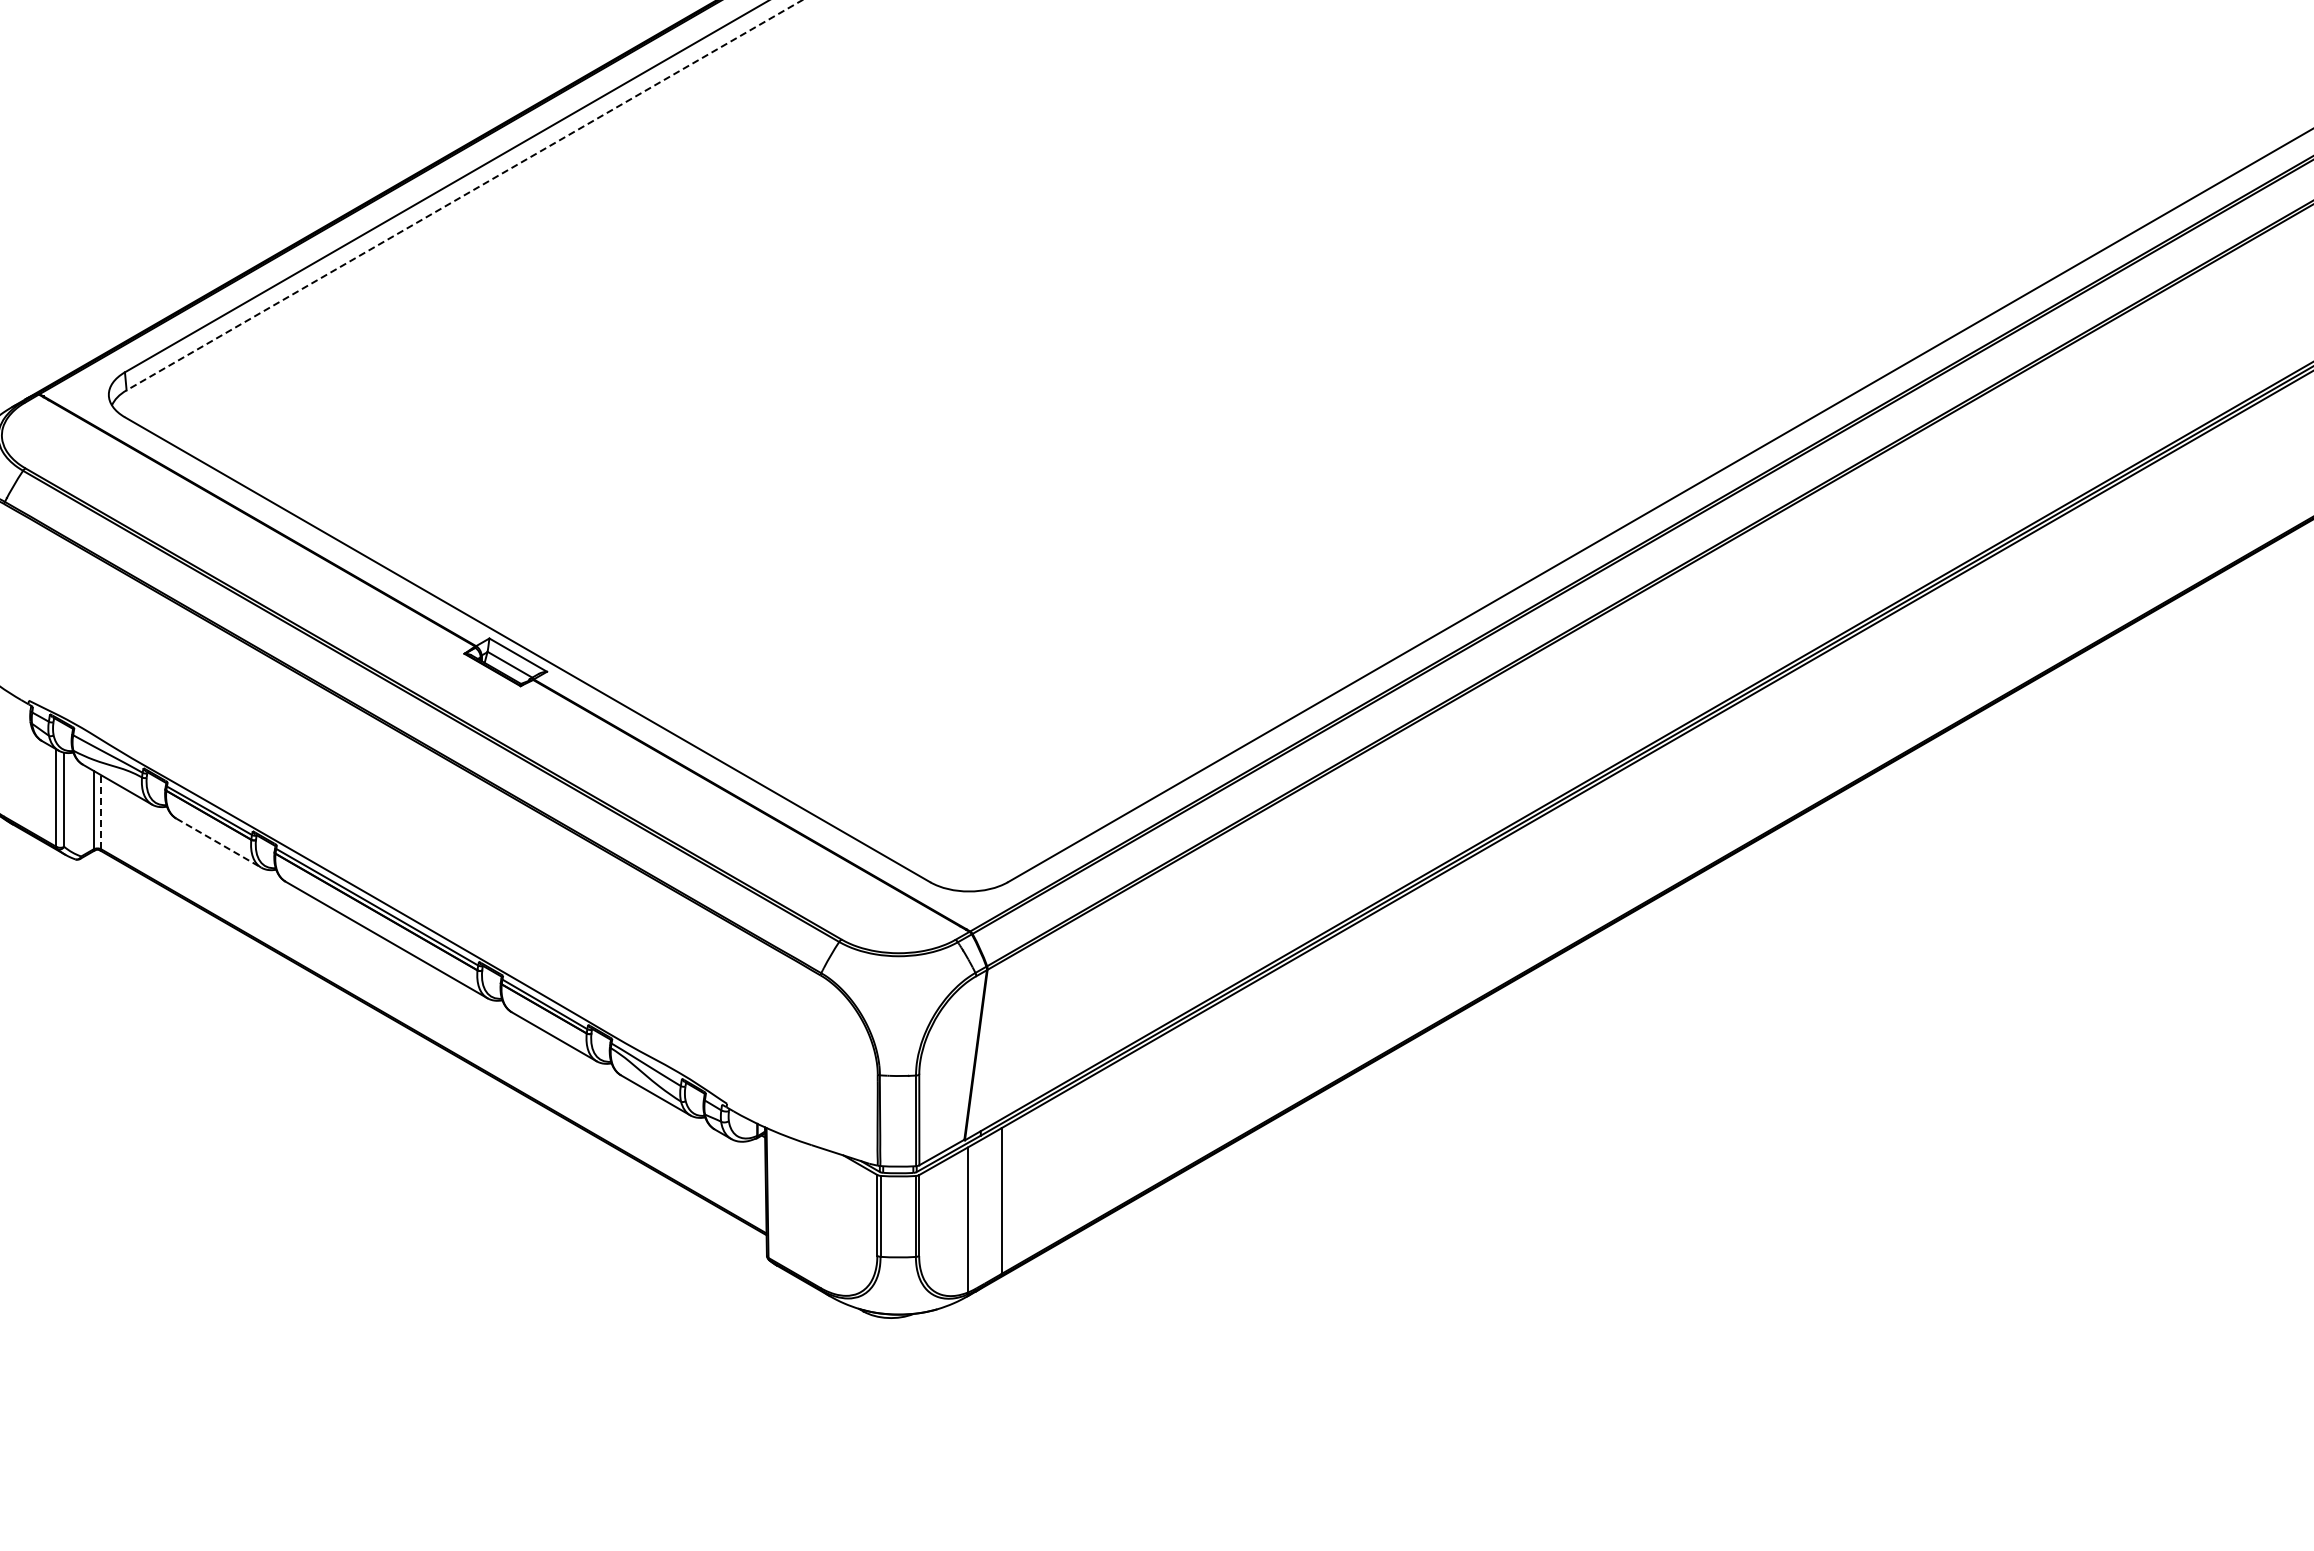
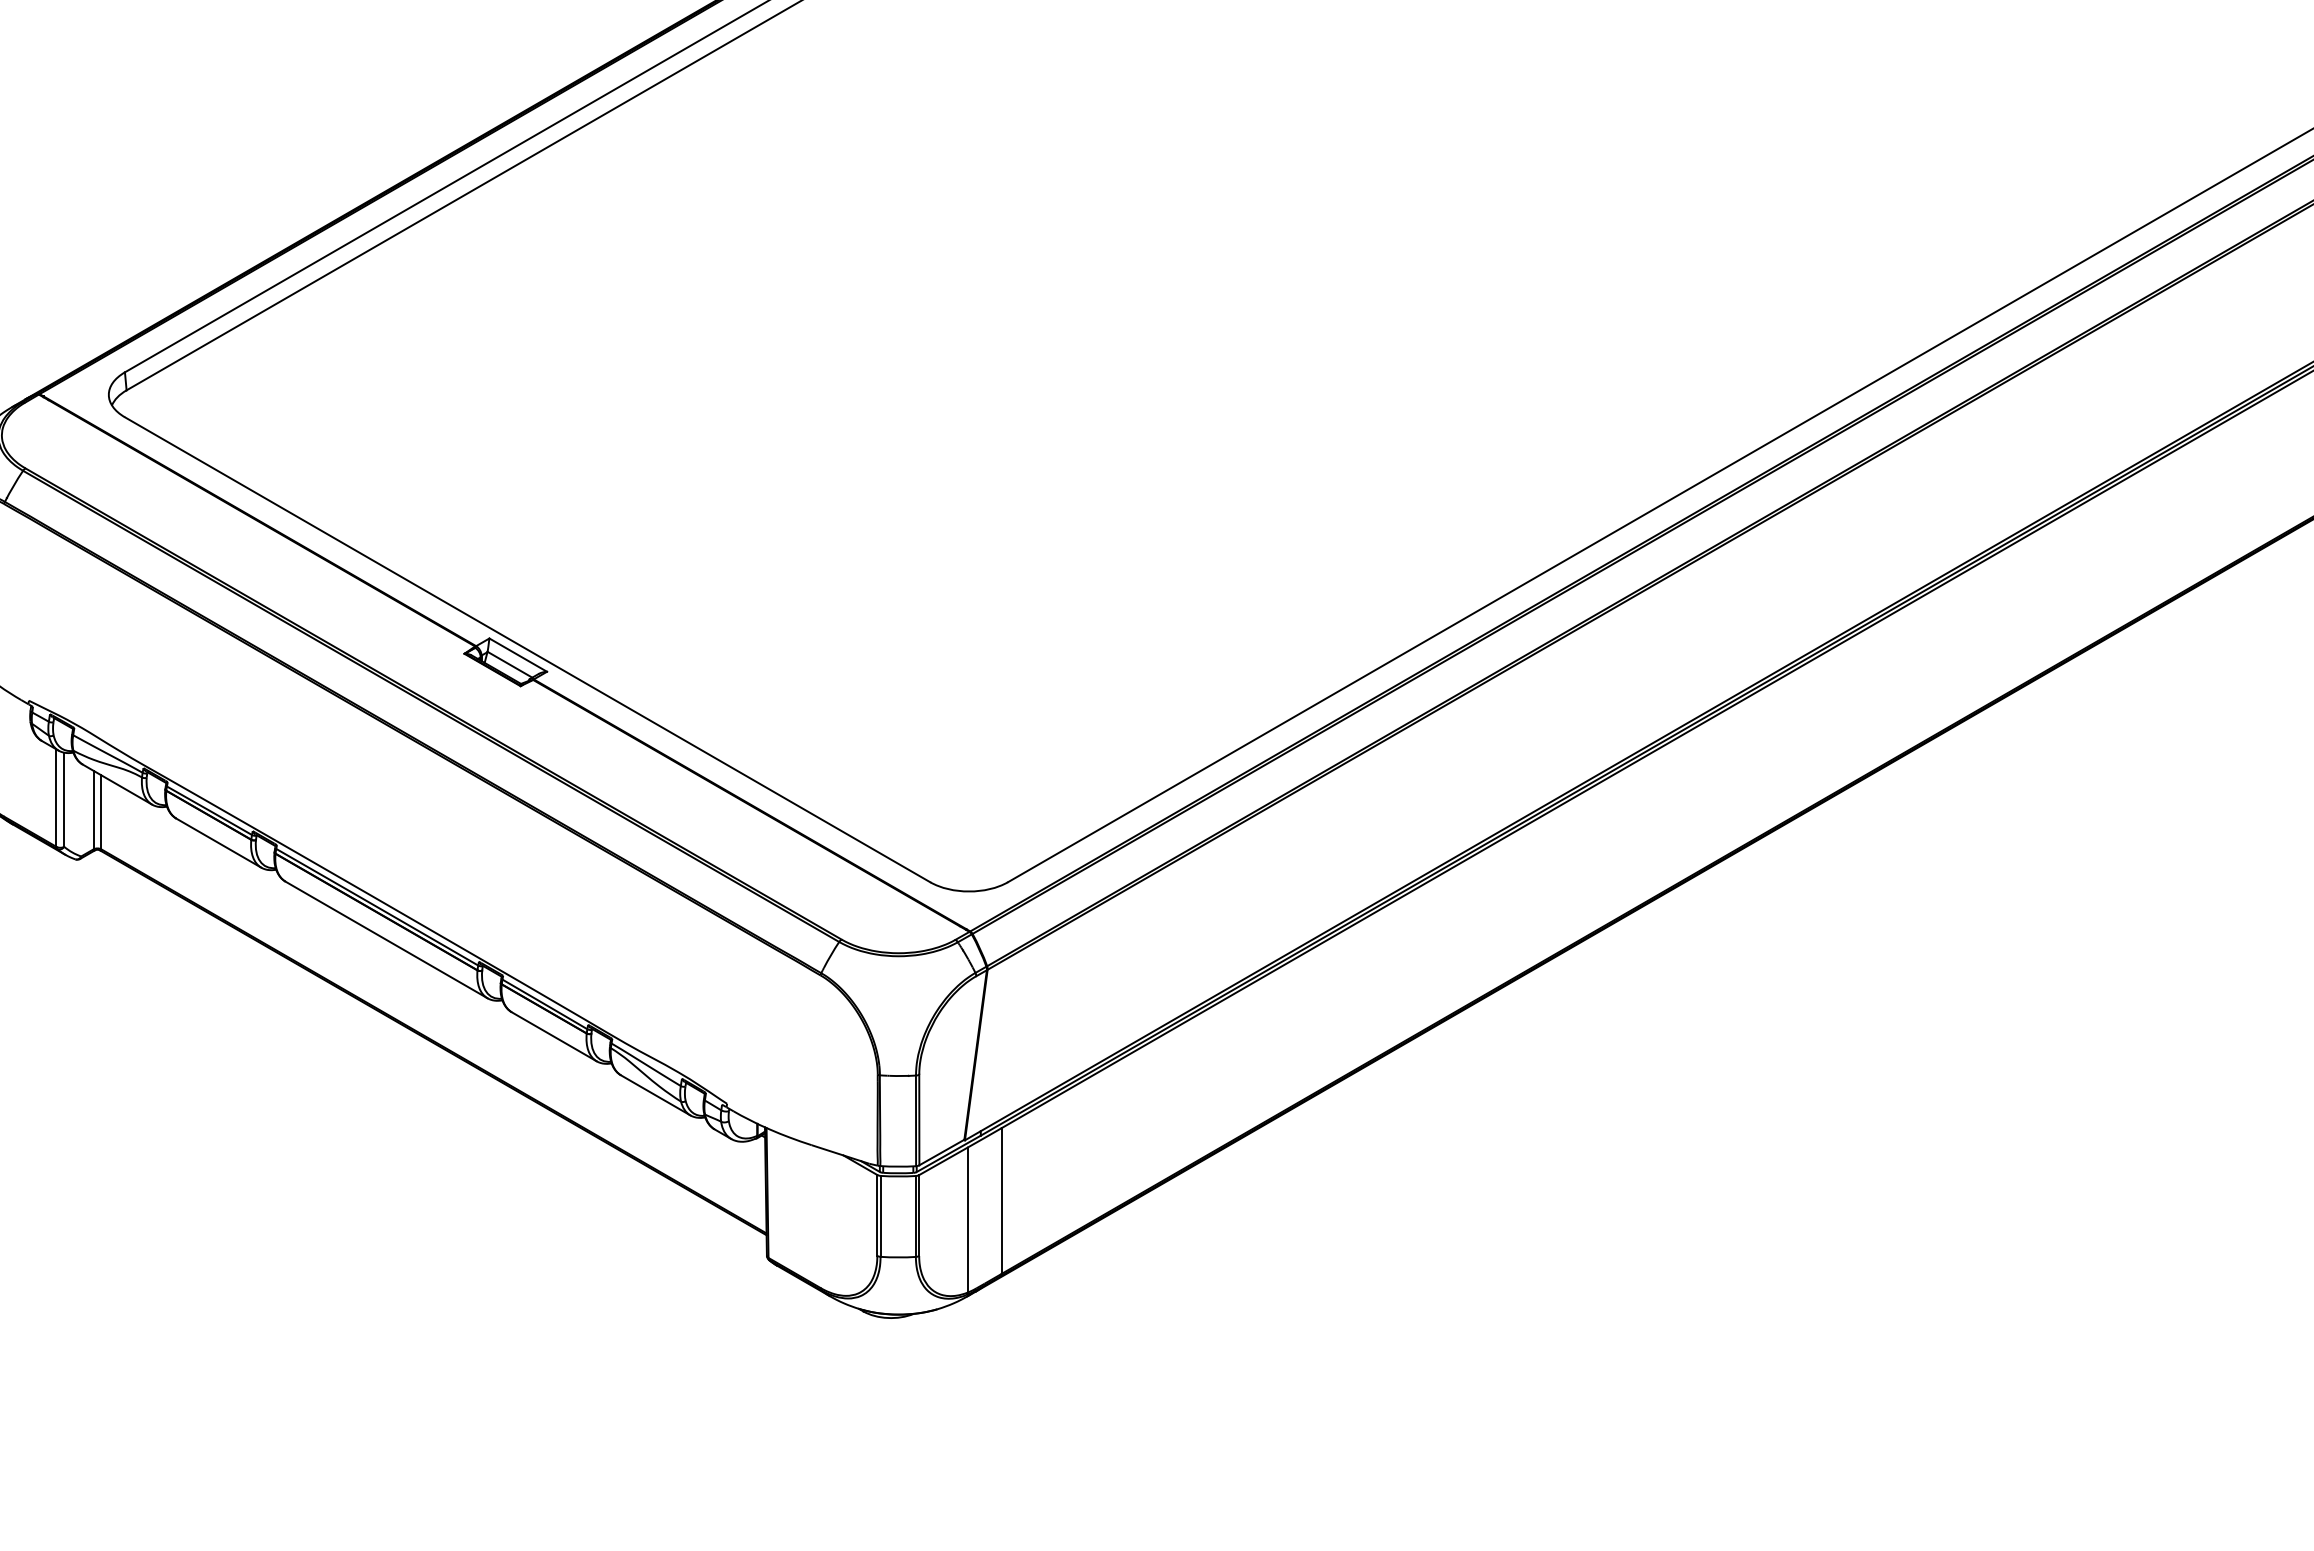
line at (464, 195): dashed -> solid
line at (101, 811): dashed -> solid
line at (218, 843): dashed -> solid
